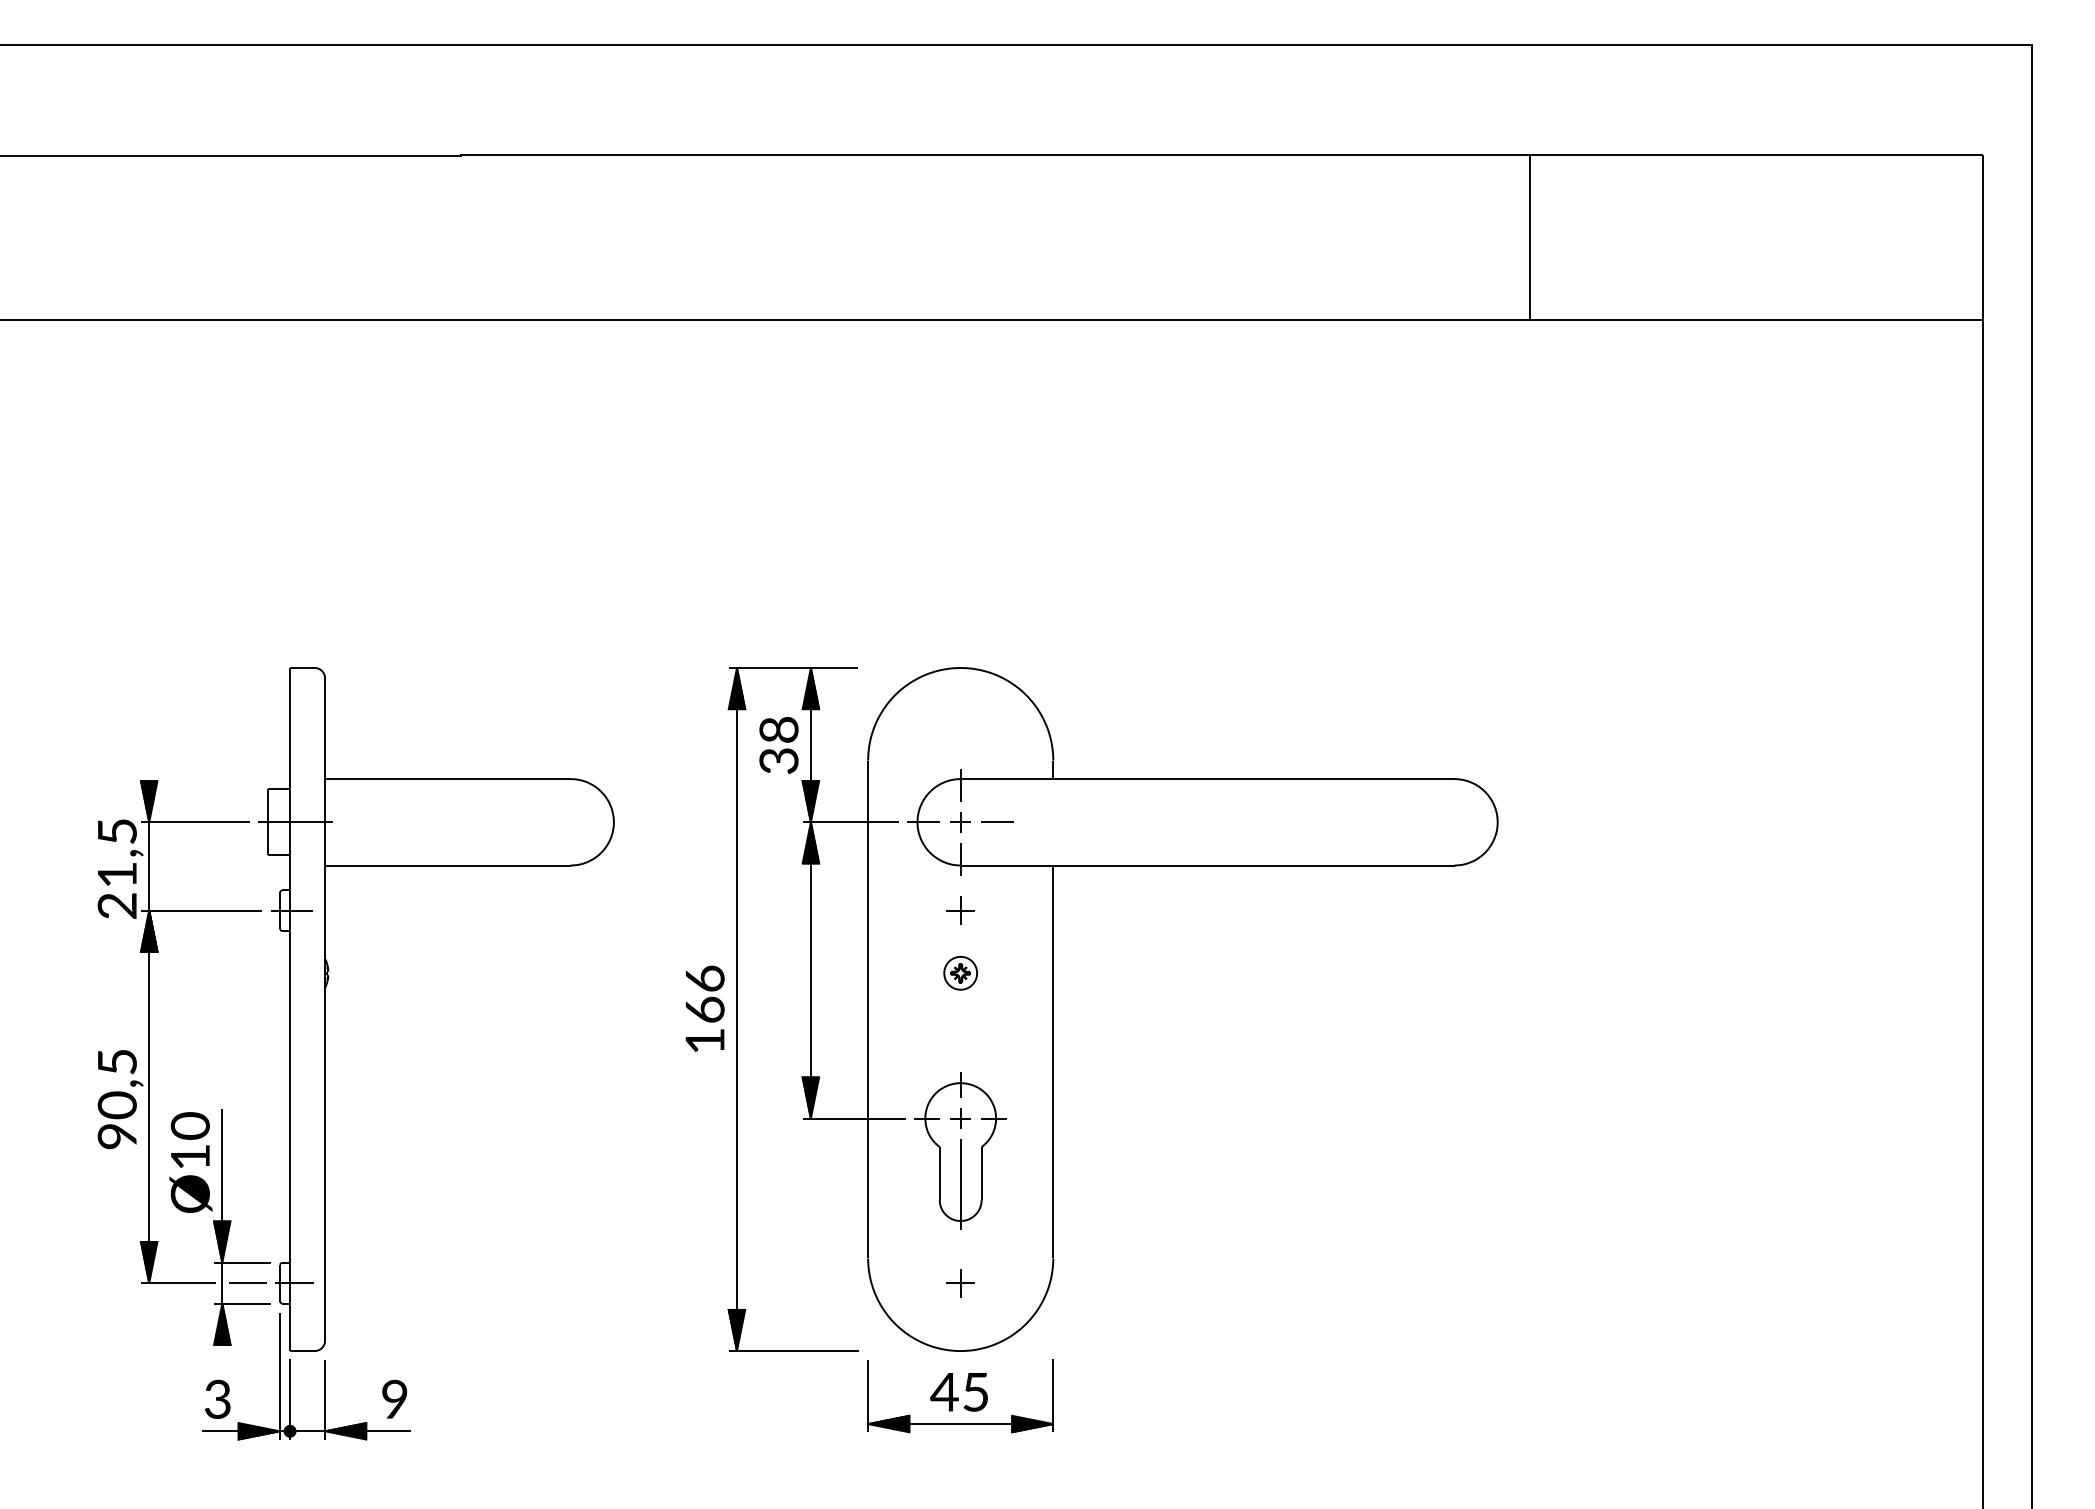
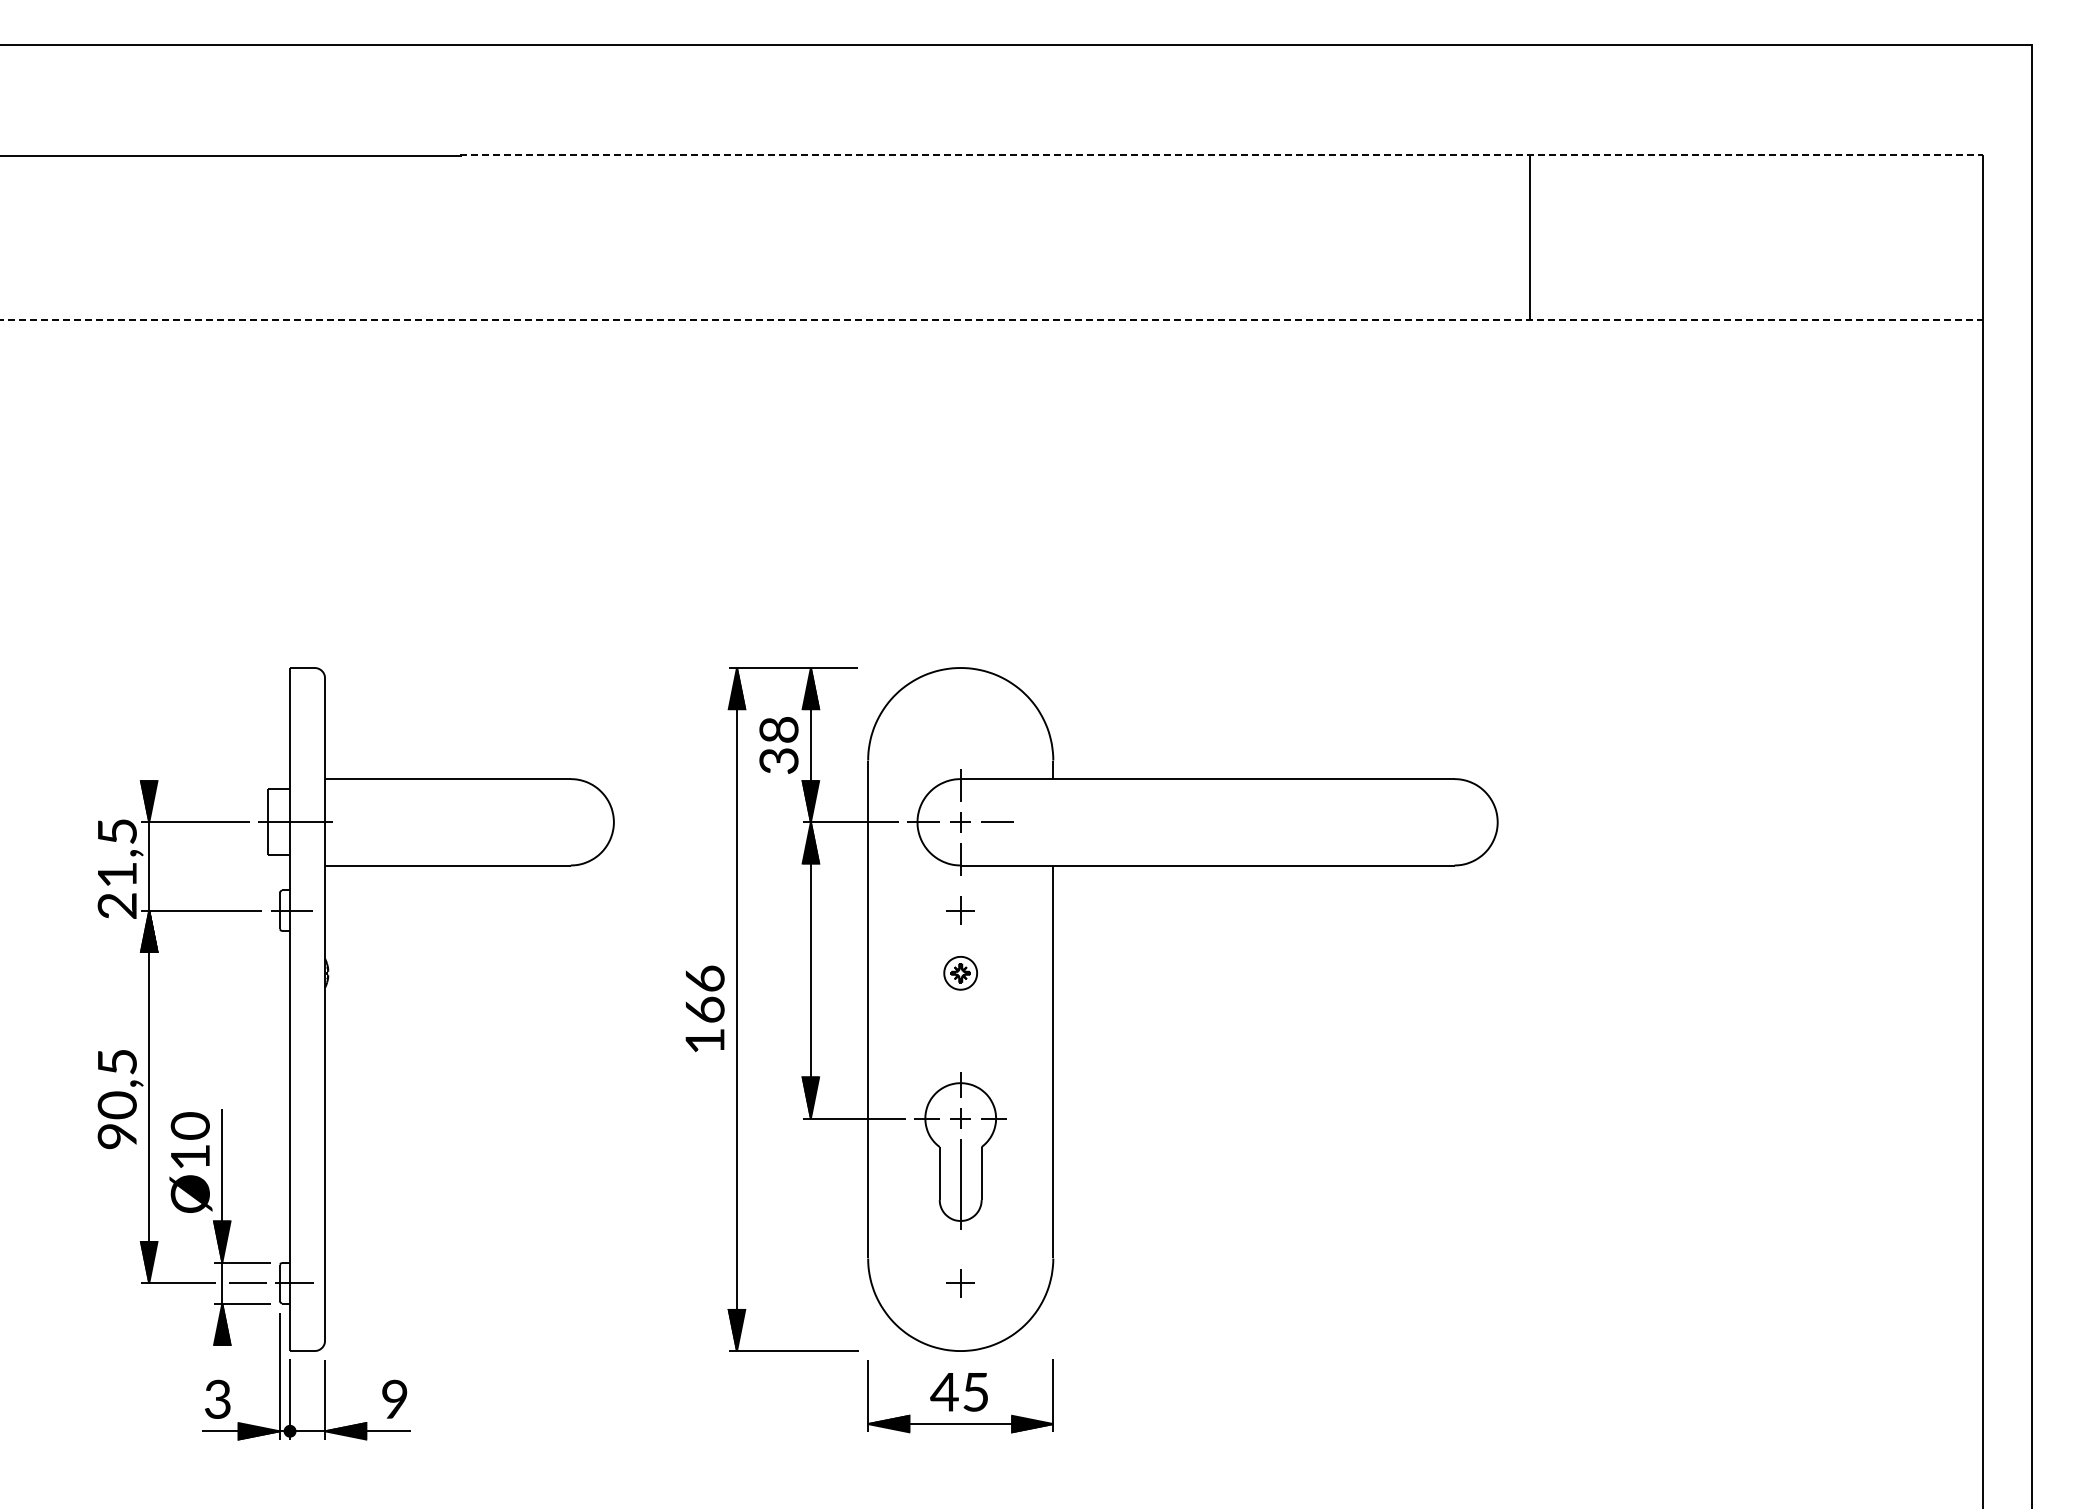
line at (1222, 155): solid -> dashed
line at (991, 320): solid -> dashed
